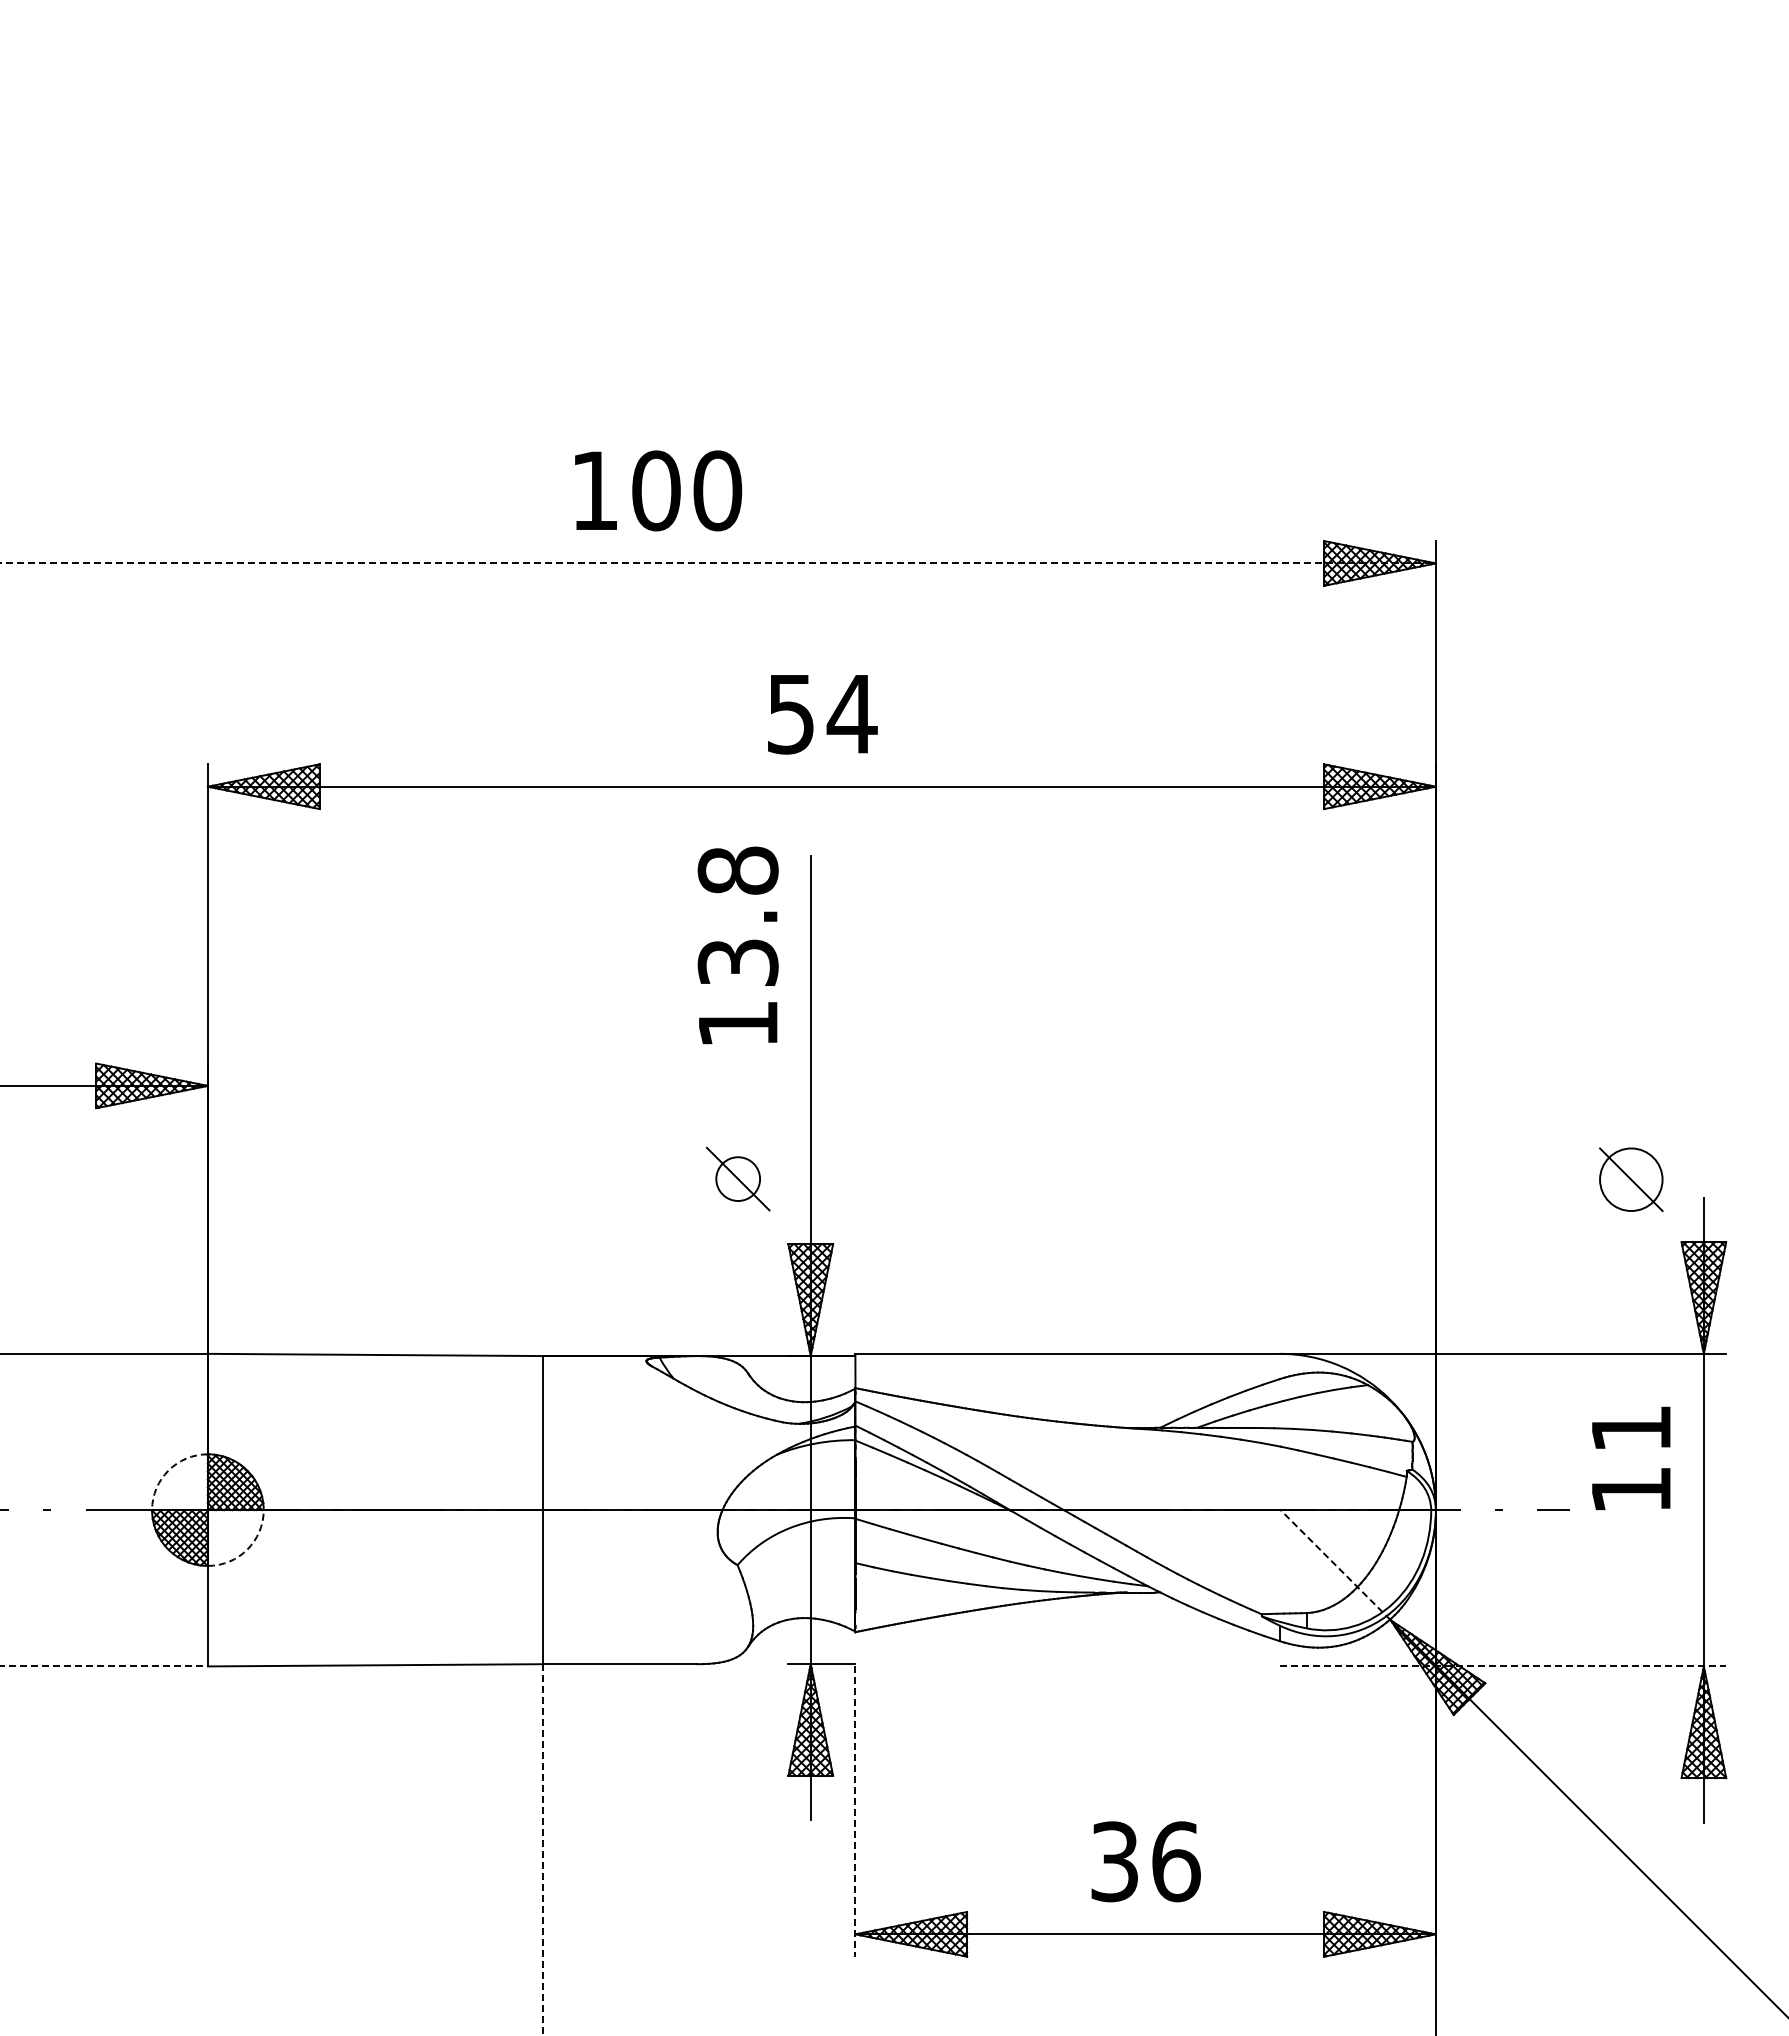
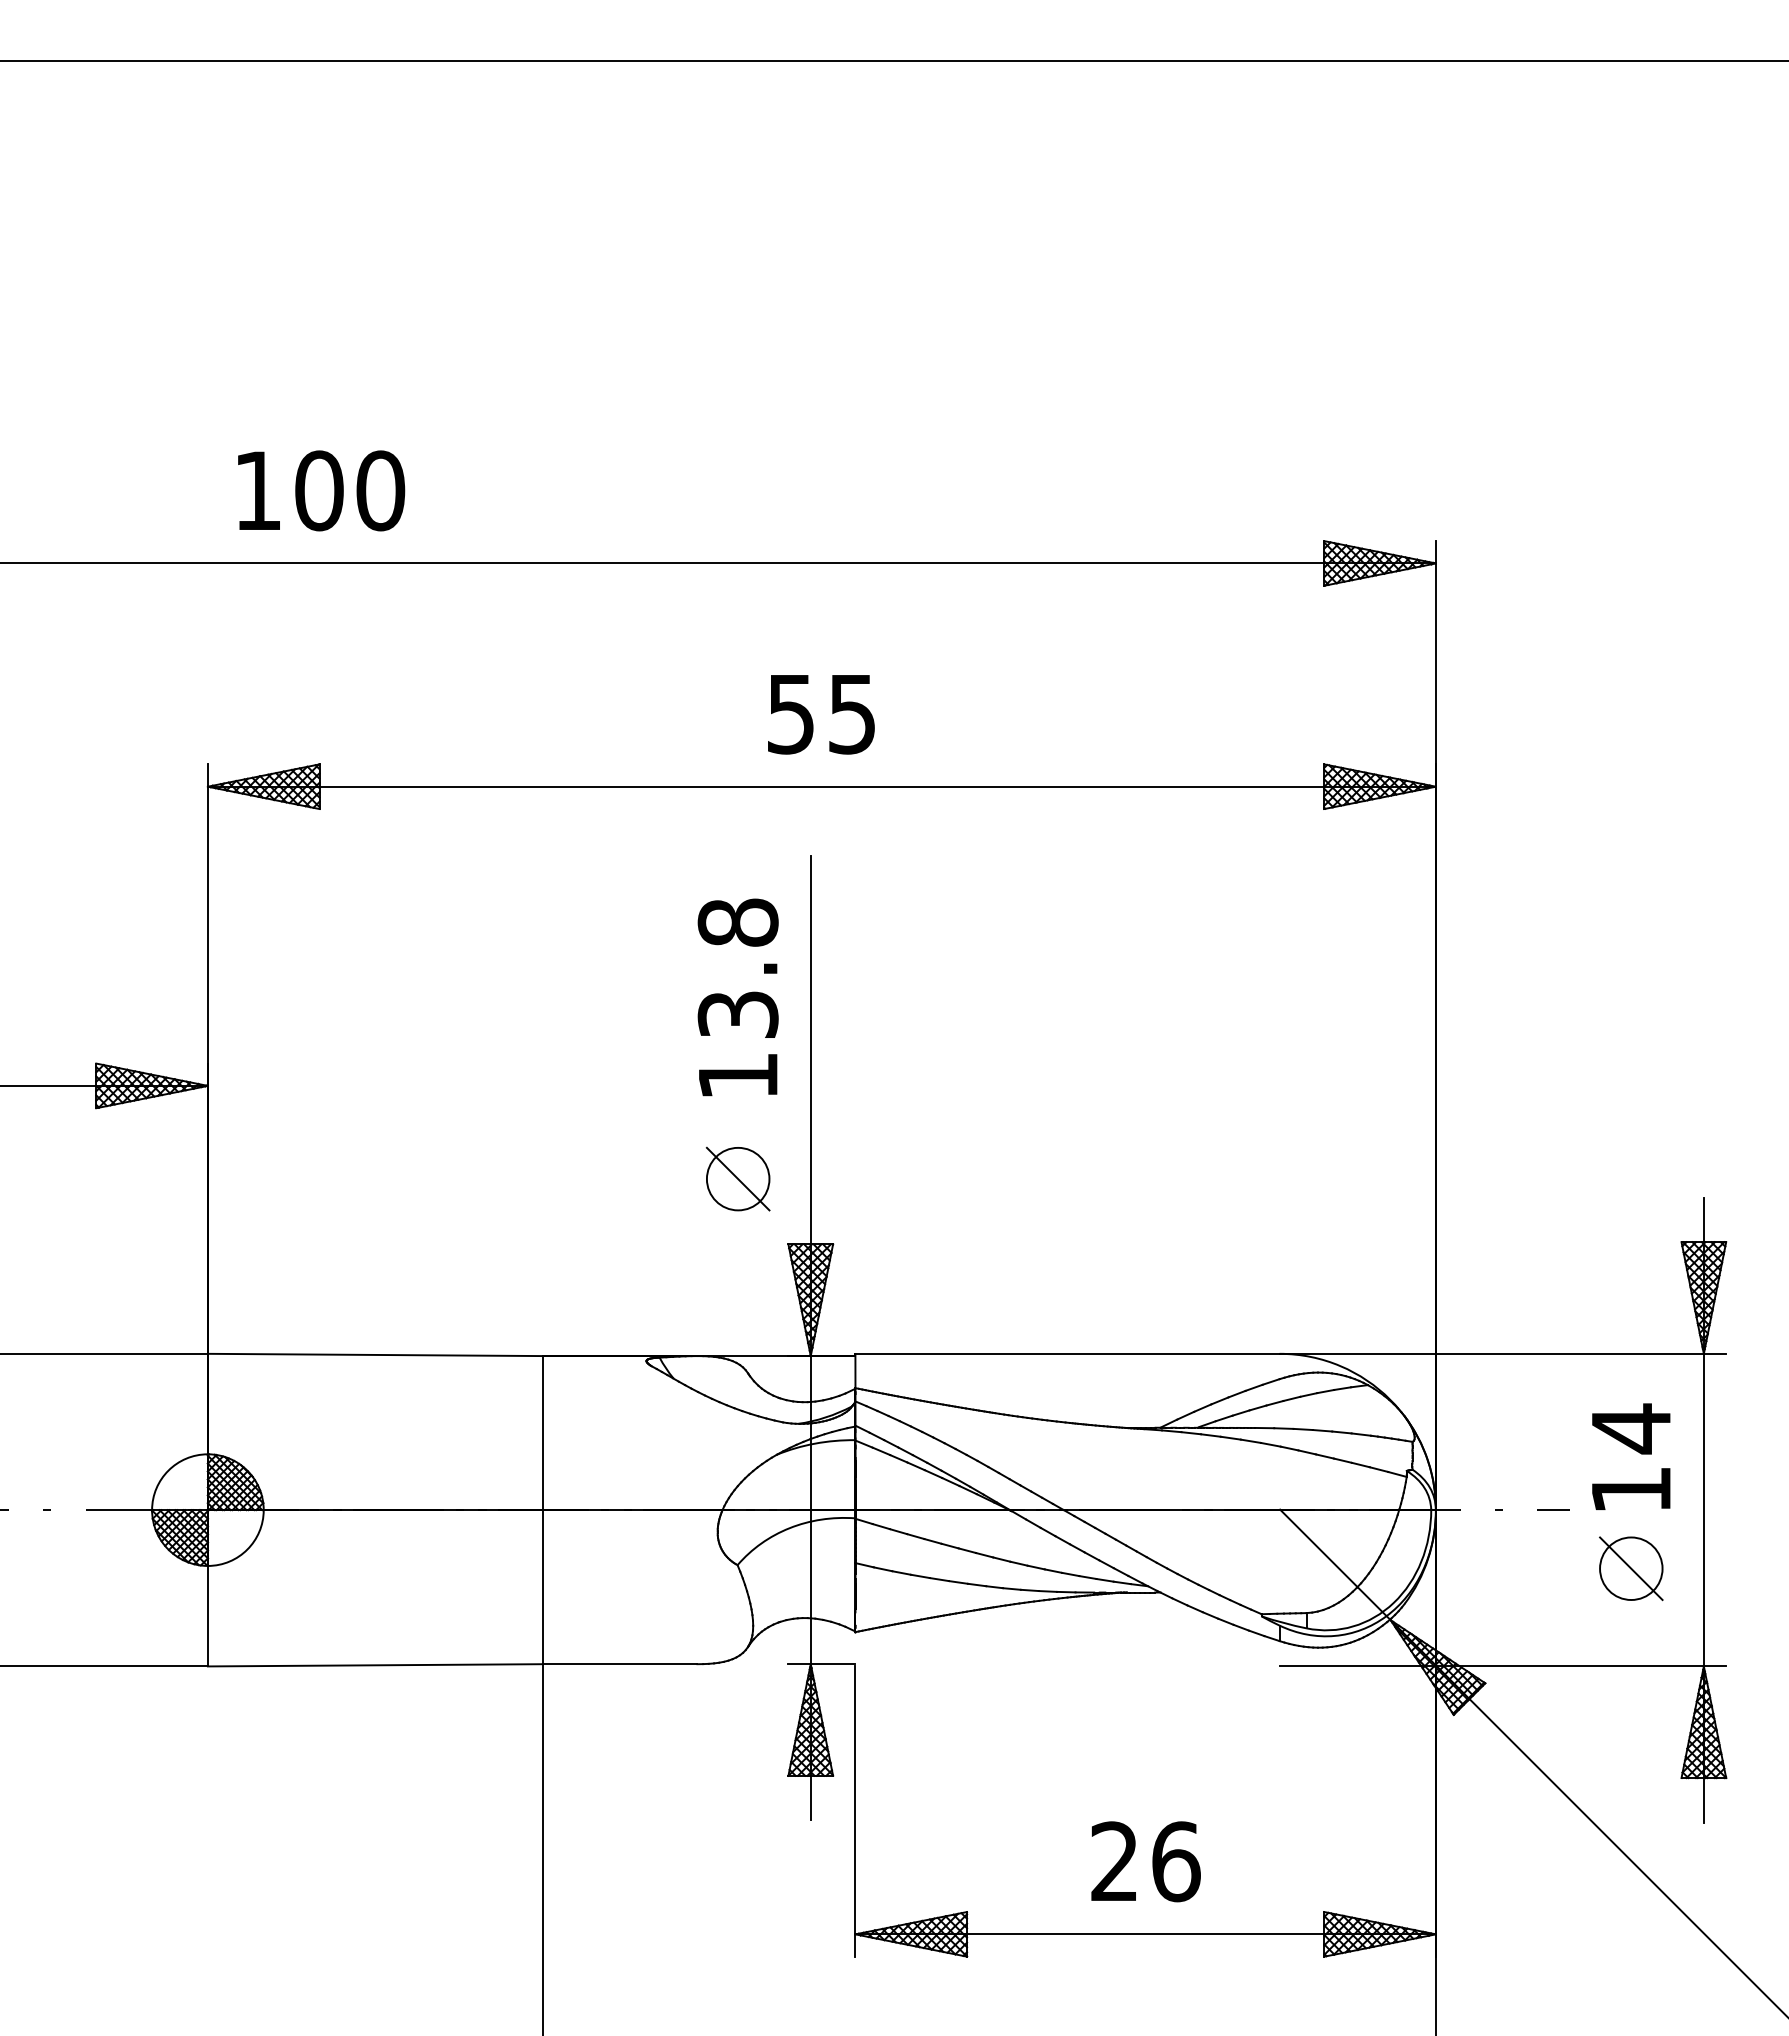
line at (893, 61): none -> present
text at (658, 490) position: (658, 490) -> (321, 490)
line at (718, 563): dashed -> solid
text at (851, 714): 54 -> 55
text at (737, 945) position: (737, 945) -> (737, 997)
circle at (738, 1179) diameter: 44 px -> 63 px
part at (1631, 1179) position: (1631, 1179) -> (1631, 1568)
text at (1631, 1428): 11 -> 14
arc at (168, 1470): dashed -> solid
arc at (247, 1549): dashed -> solid
line at (1335, 1564): dashed -> solid
line at (103, 1666): dashed -> solid
line at (1503, 1666): dashed -> solid
line at (855, 1812): dashed -> solid
line at (542, 1850): dashed -> solid
text at (1114, 1861): 36 -> 26
